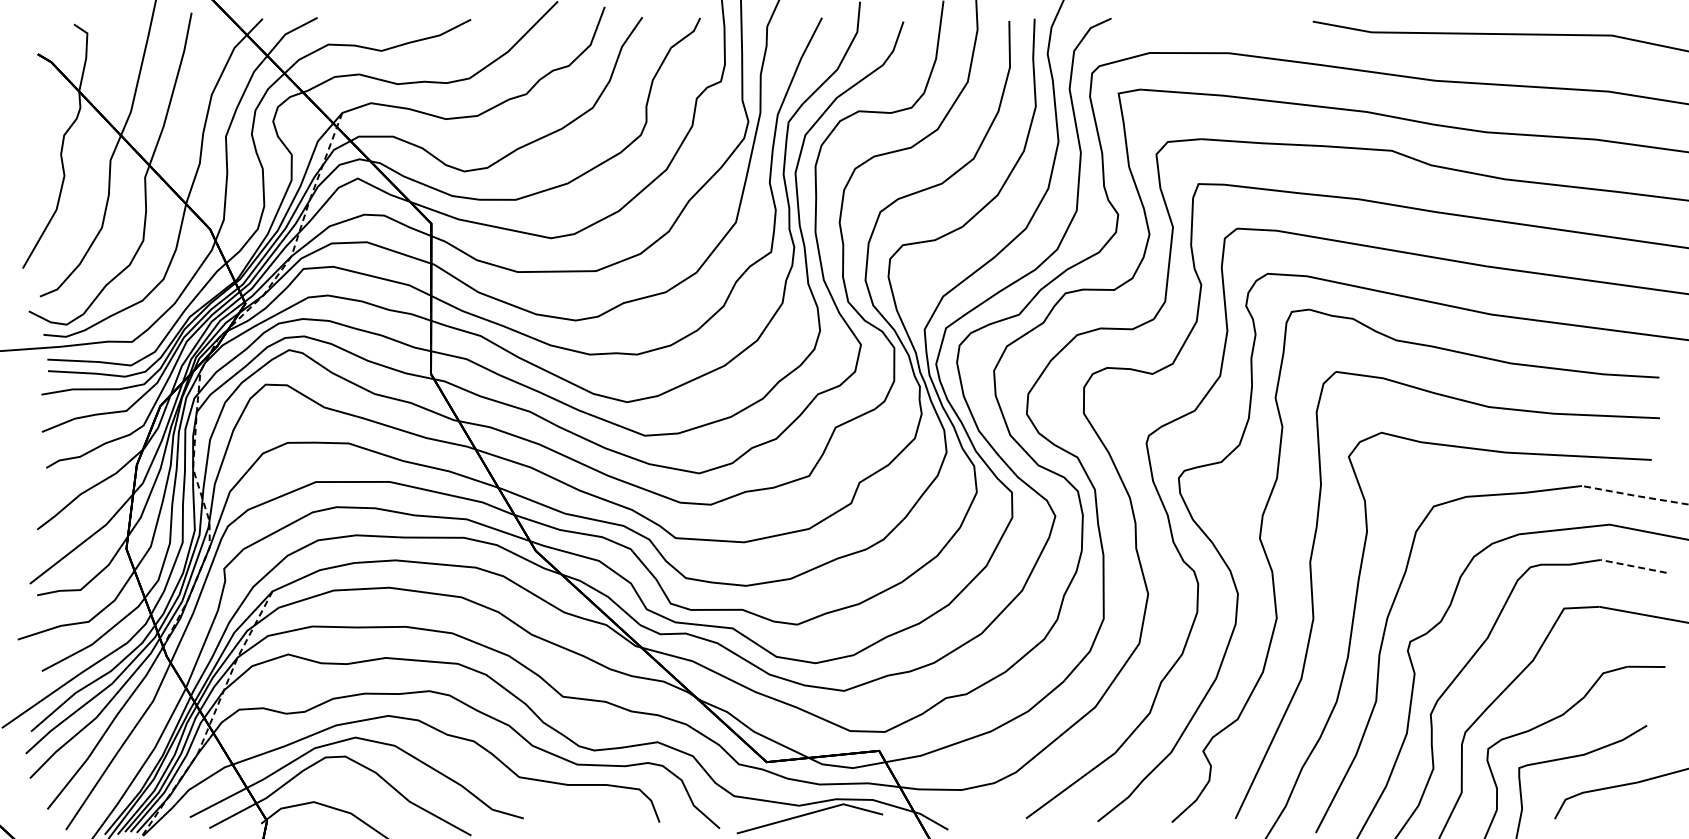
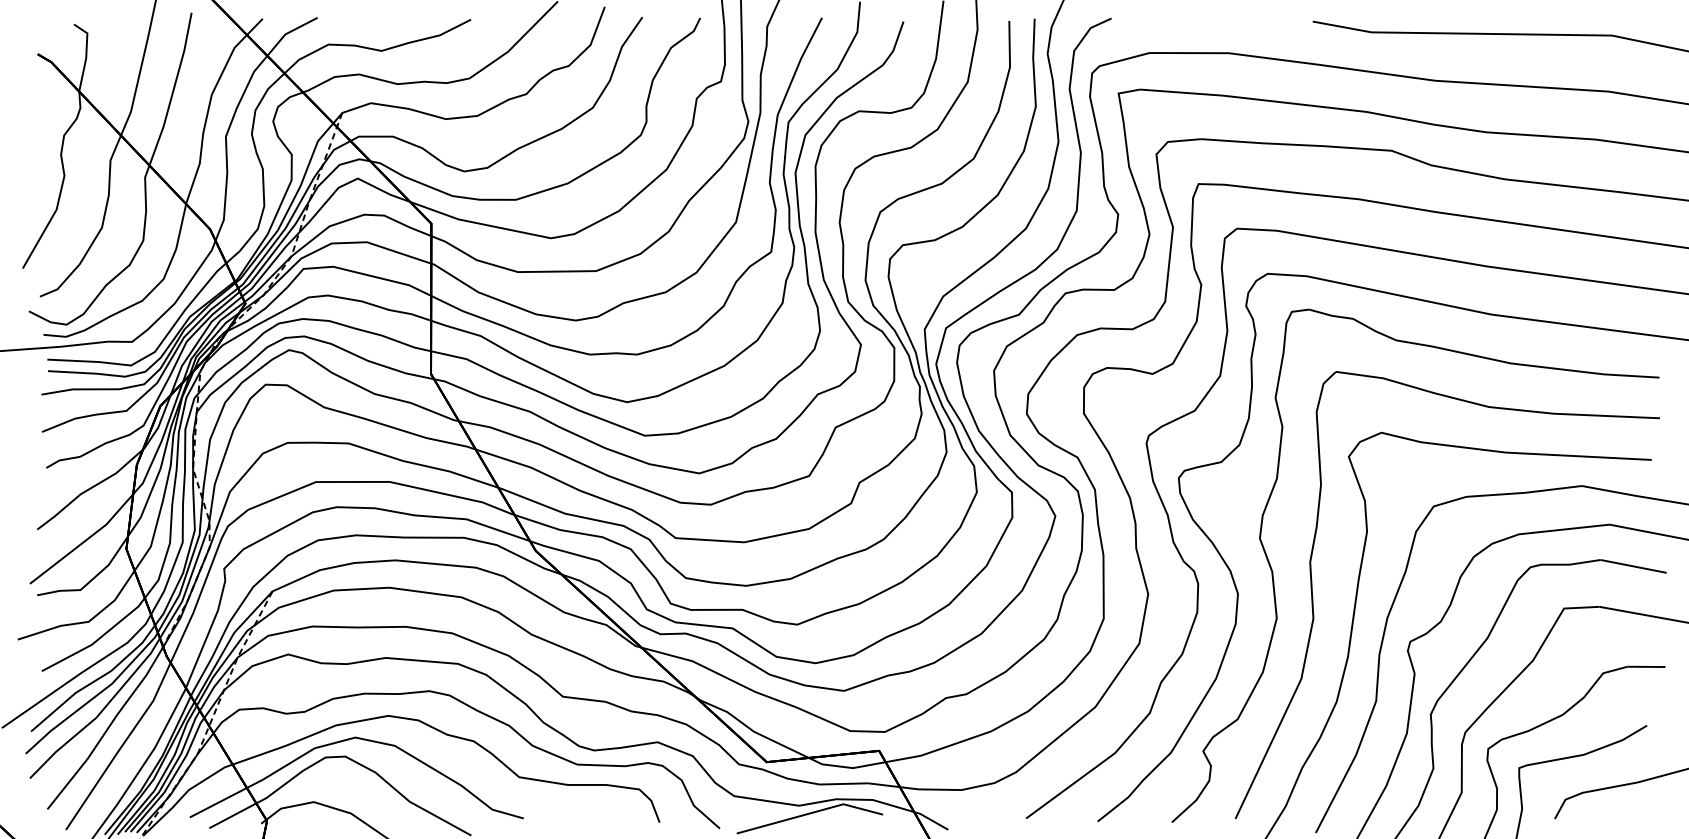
line at (1634, 495): dashed -> solid
line at (1633, 566): dashed -> solid
